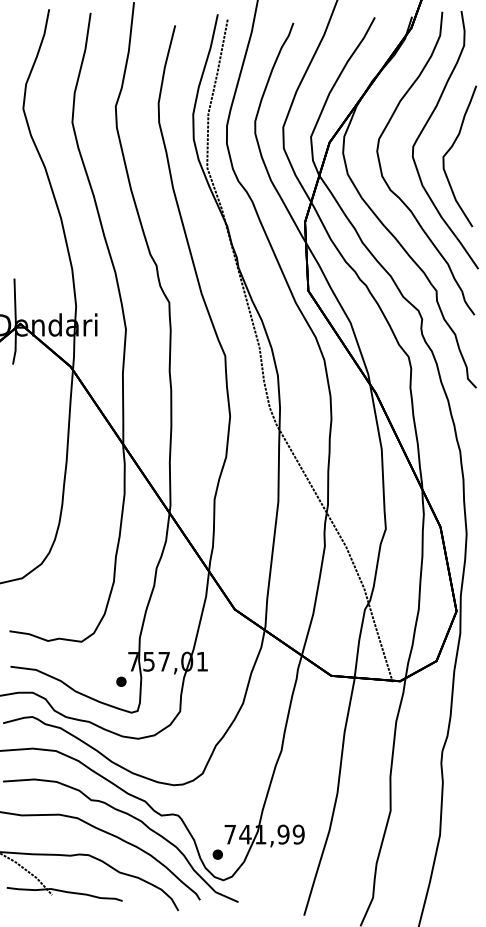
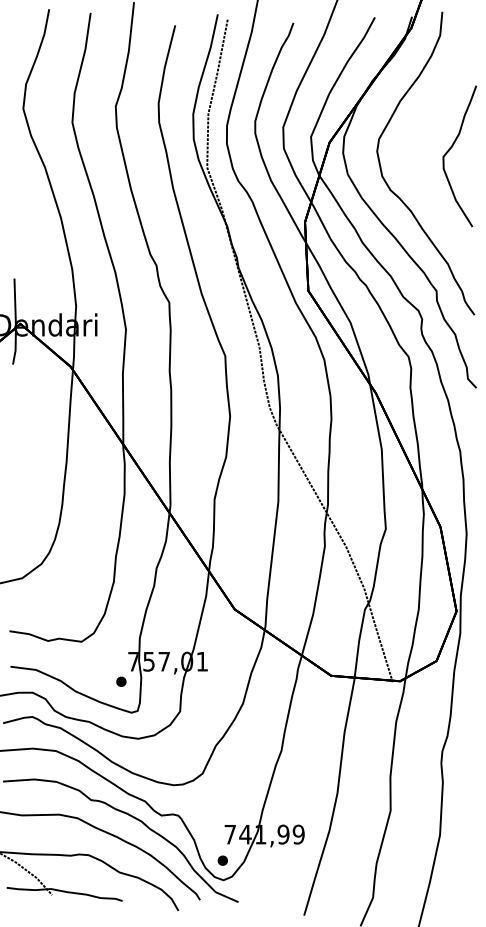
curve at (425, 127): present -> none
part at (217, 854) position: (217, 854) -> (222, 860)
